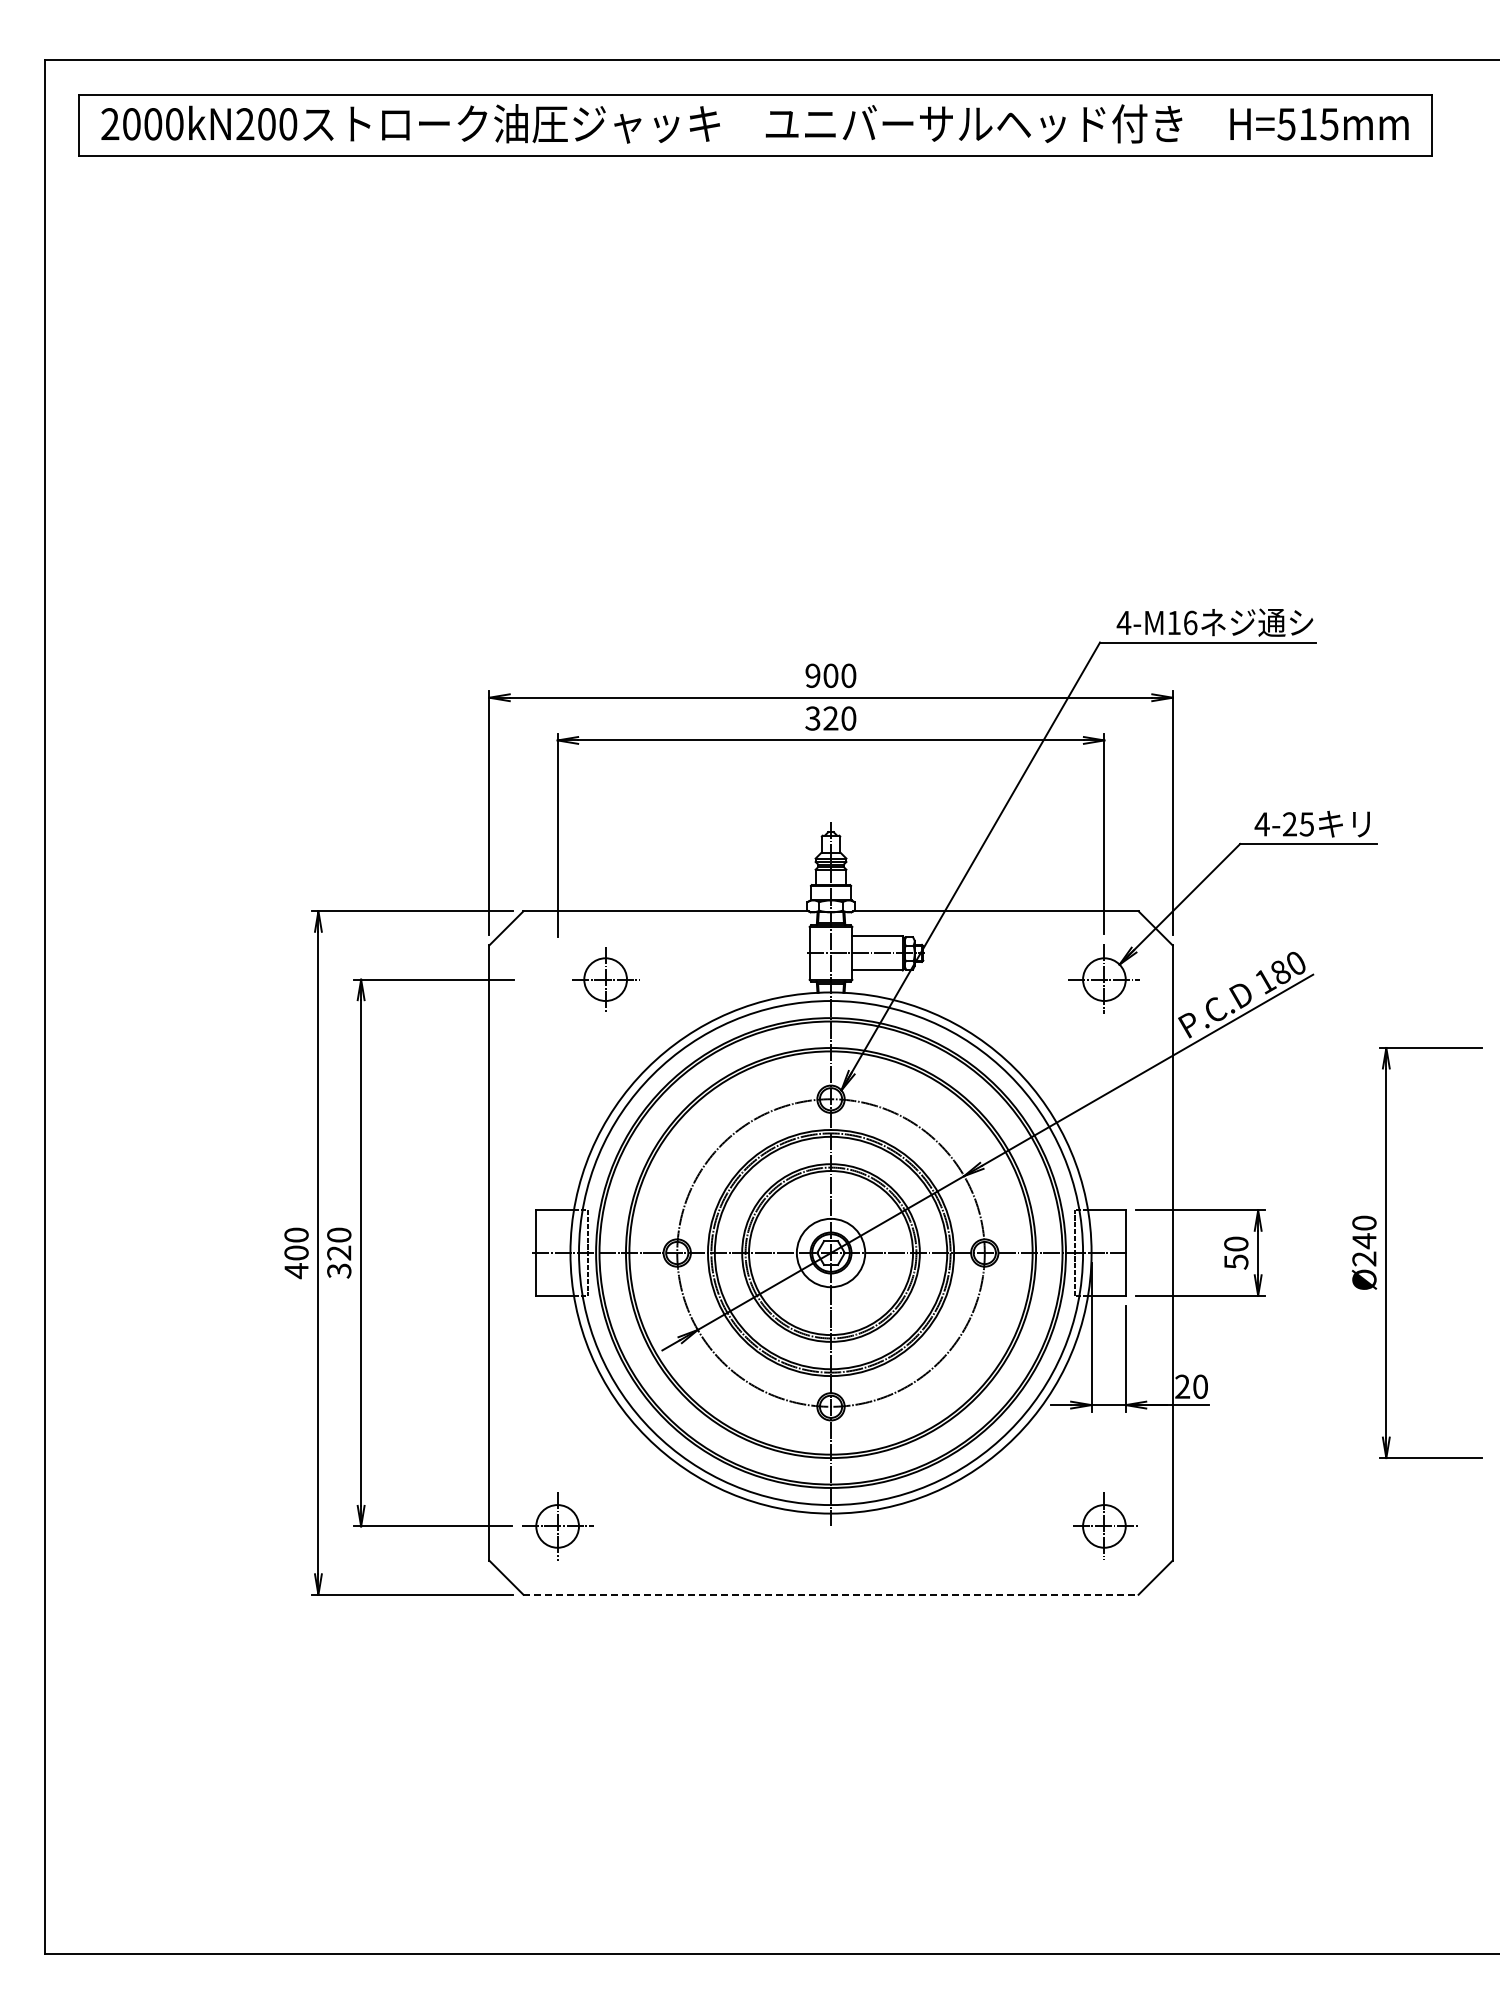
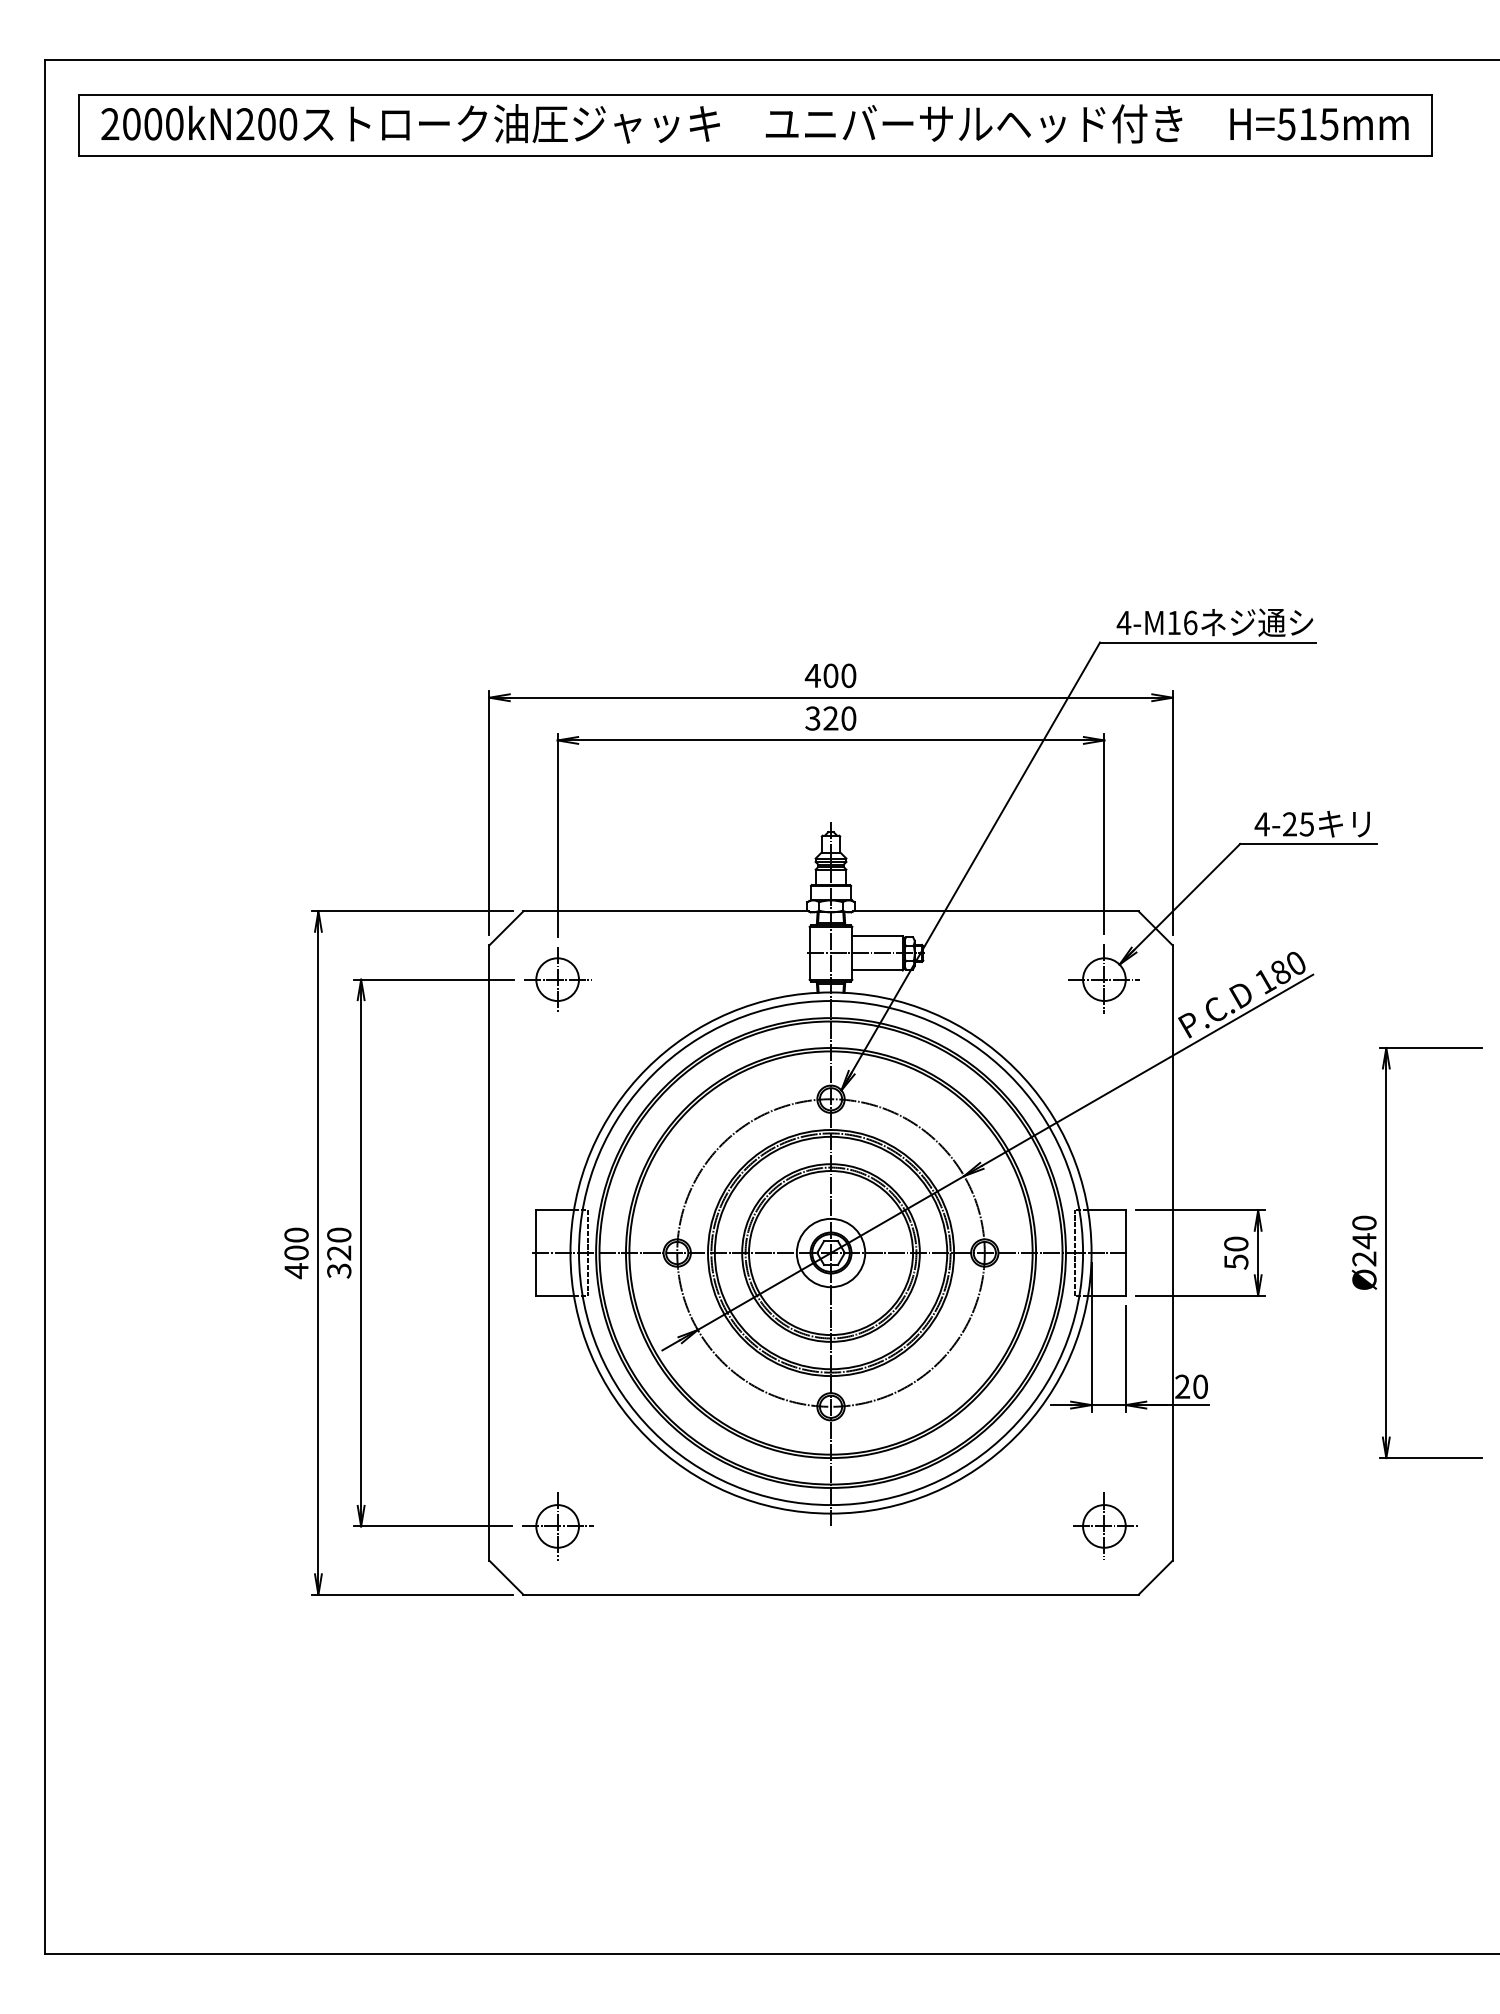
text at (812, 675): 900 -> 400
part at (605, 979) position: (605, 979) -> (557, 979)
line at (831, 1594): dashed -> solid
